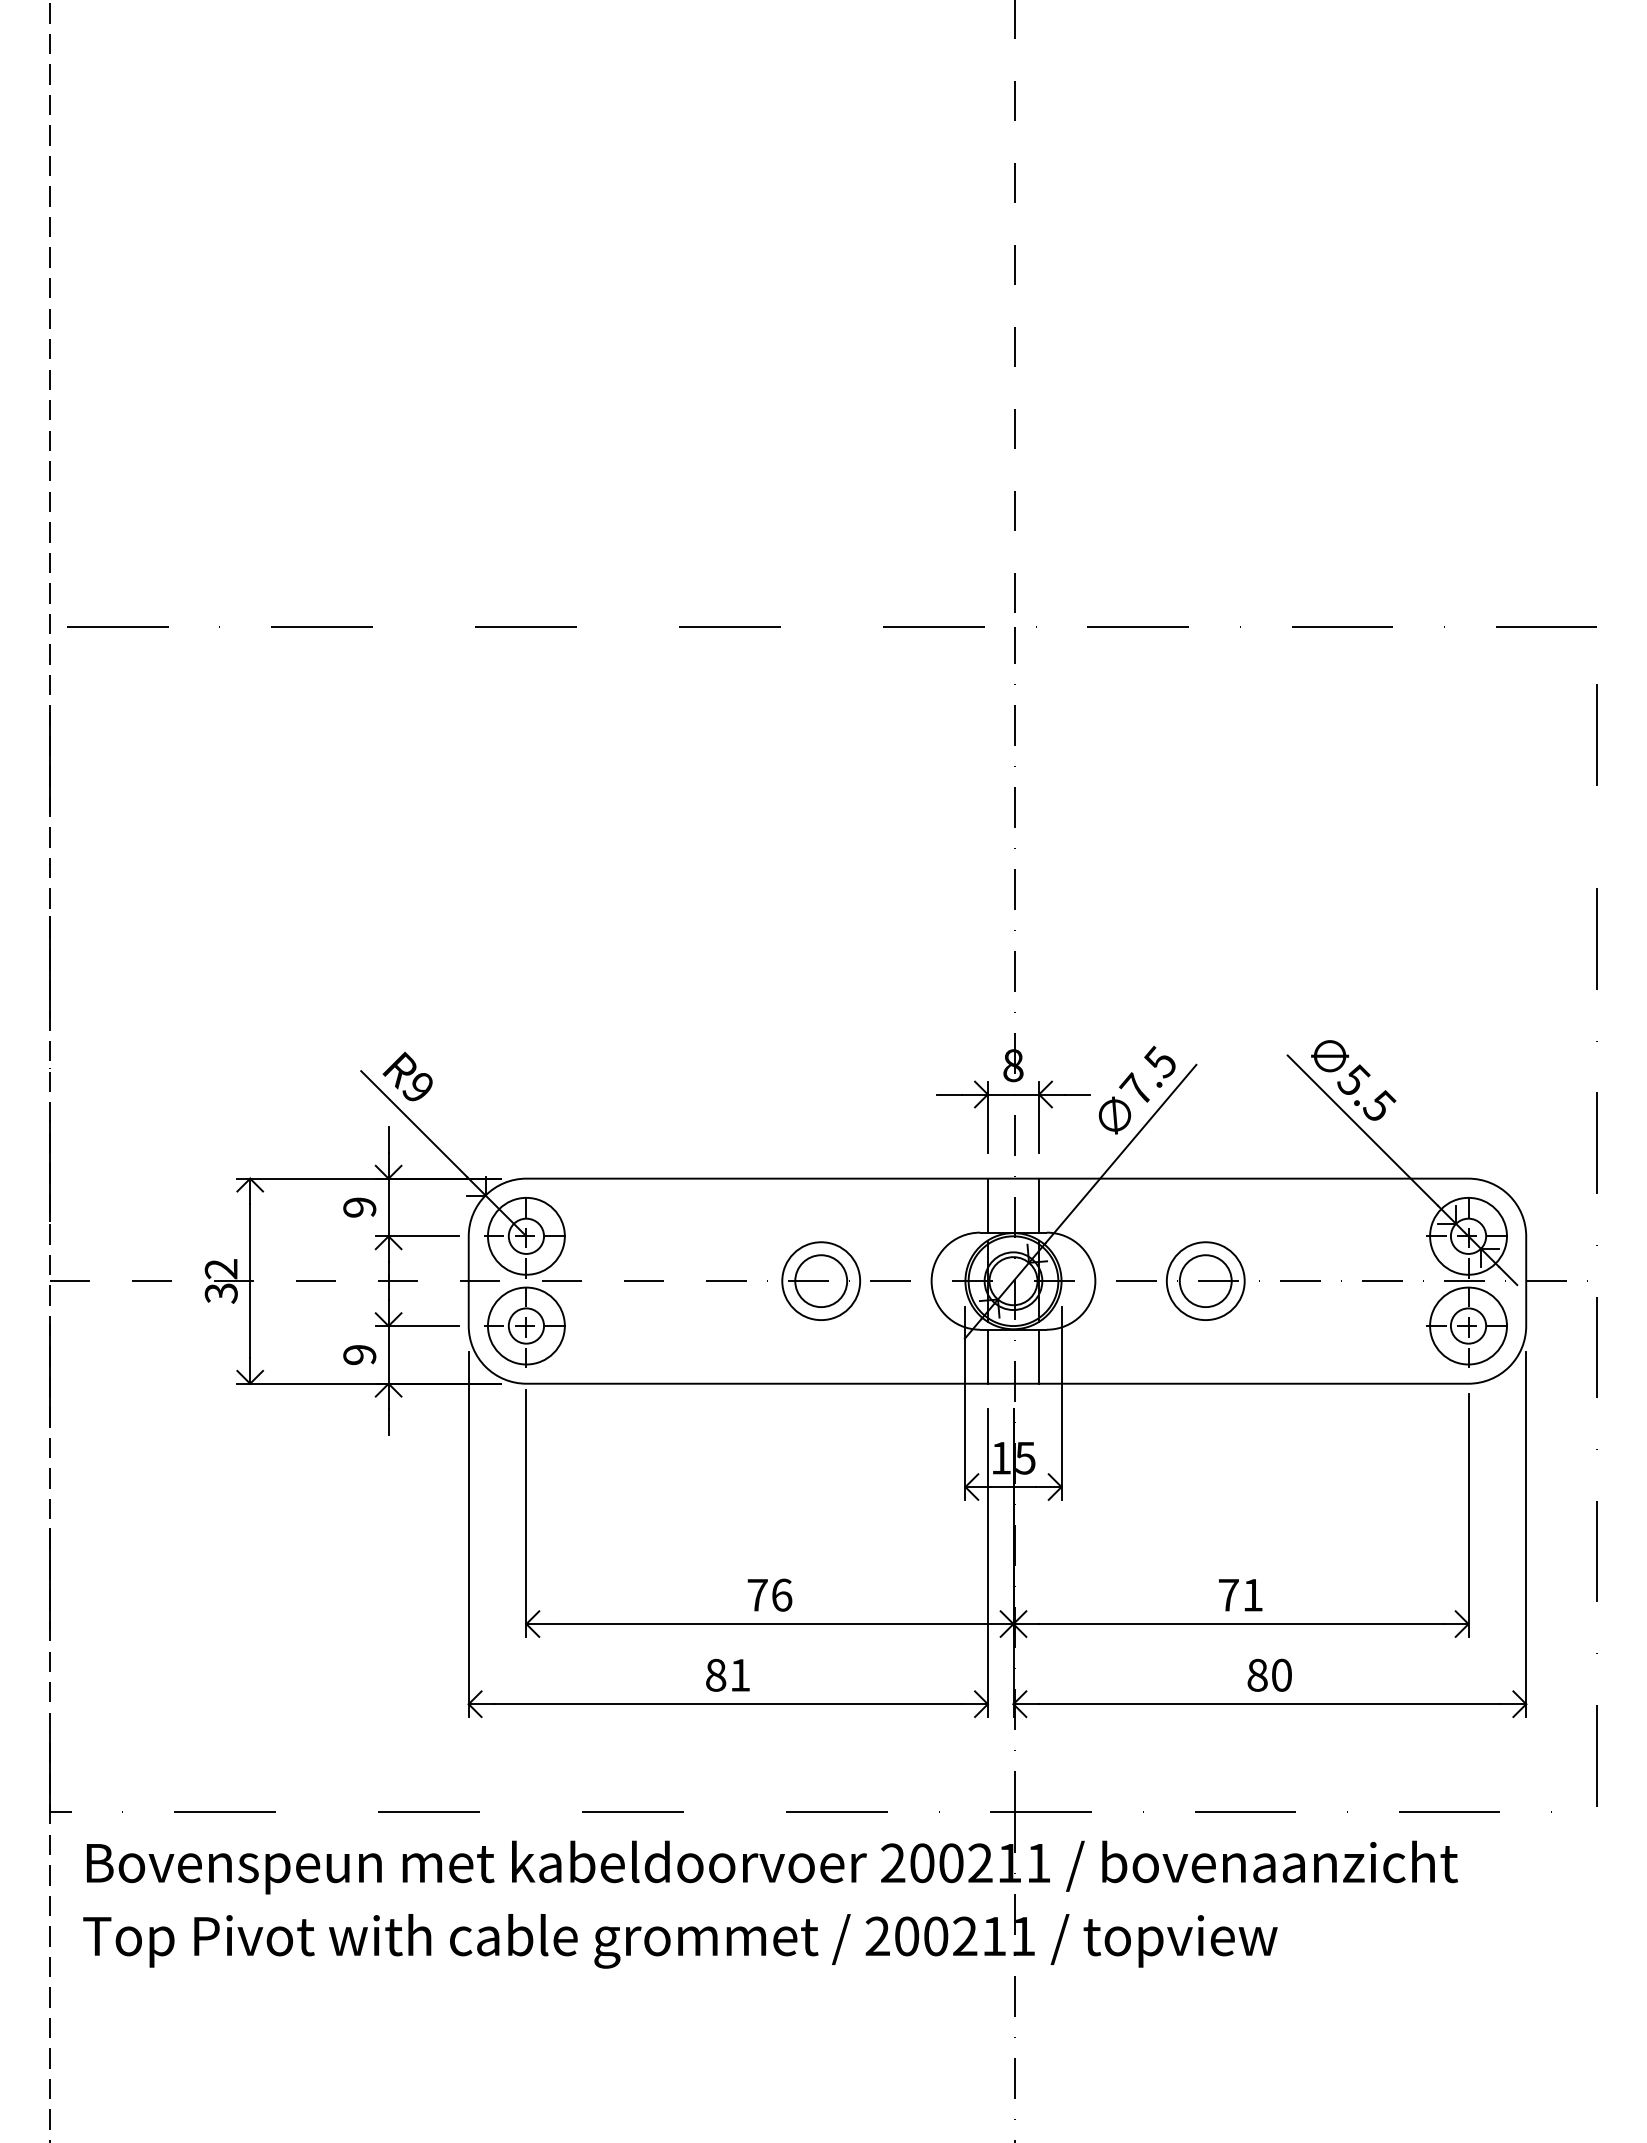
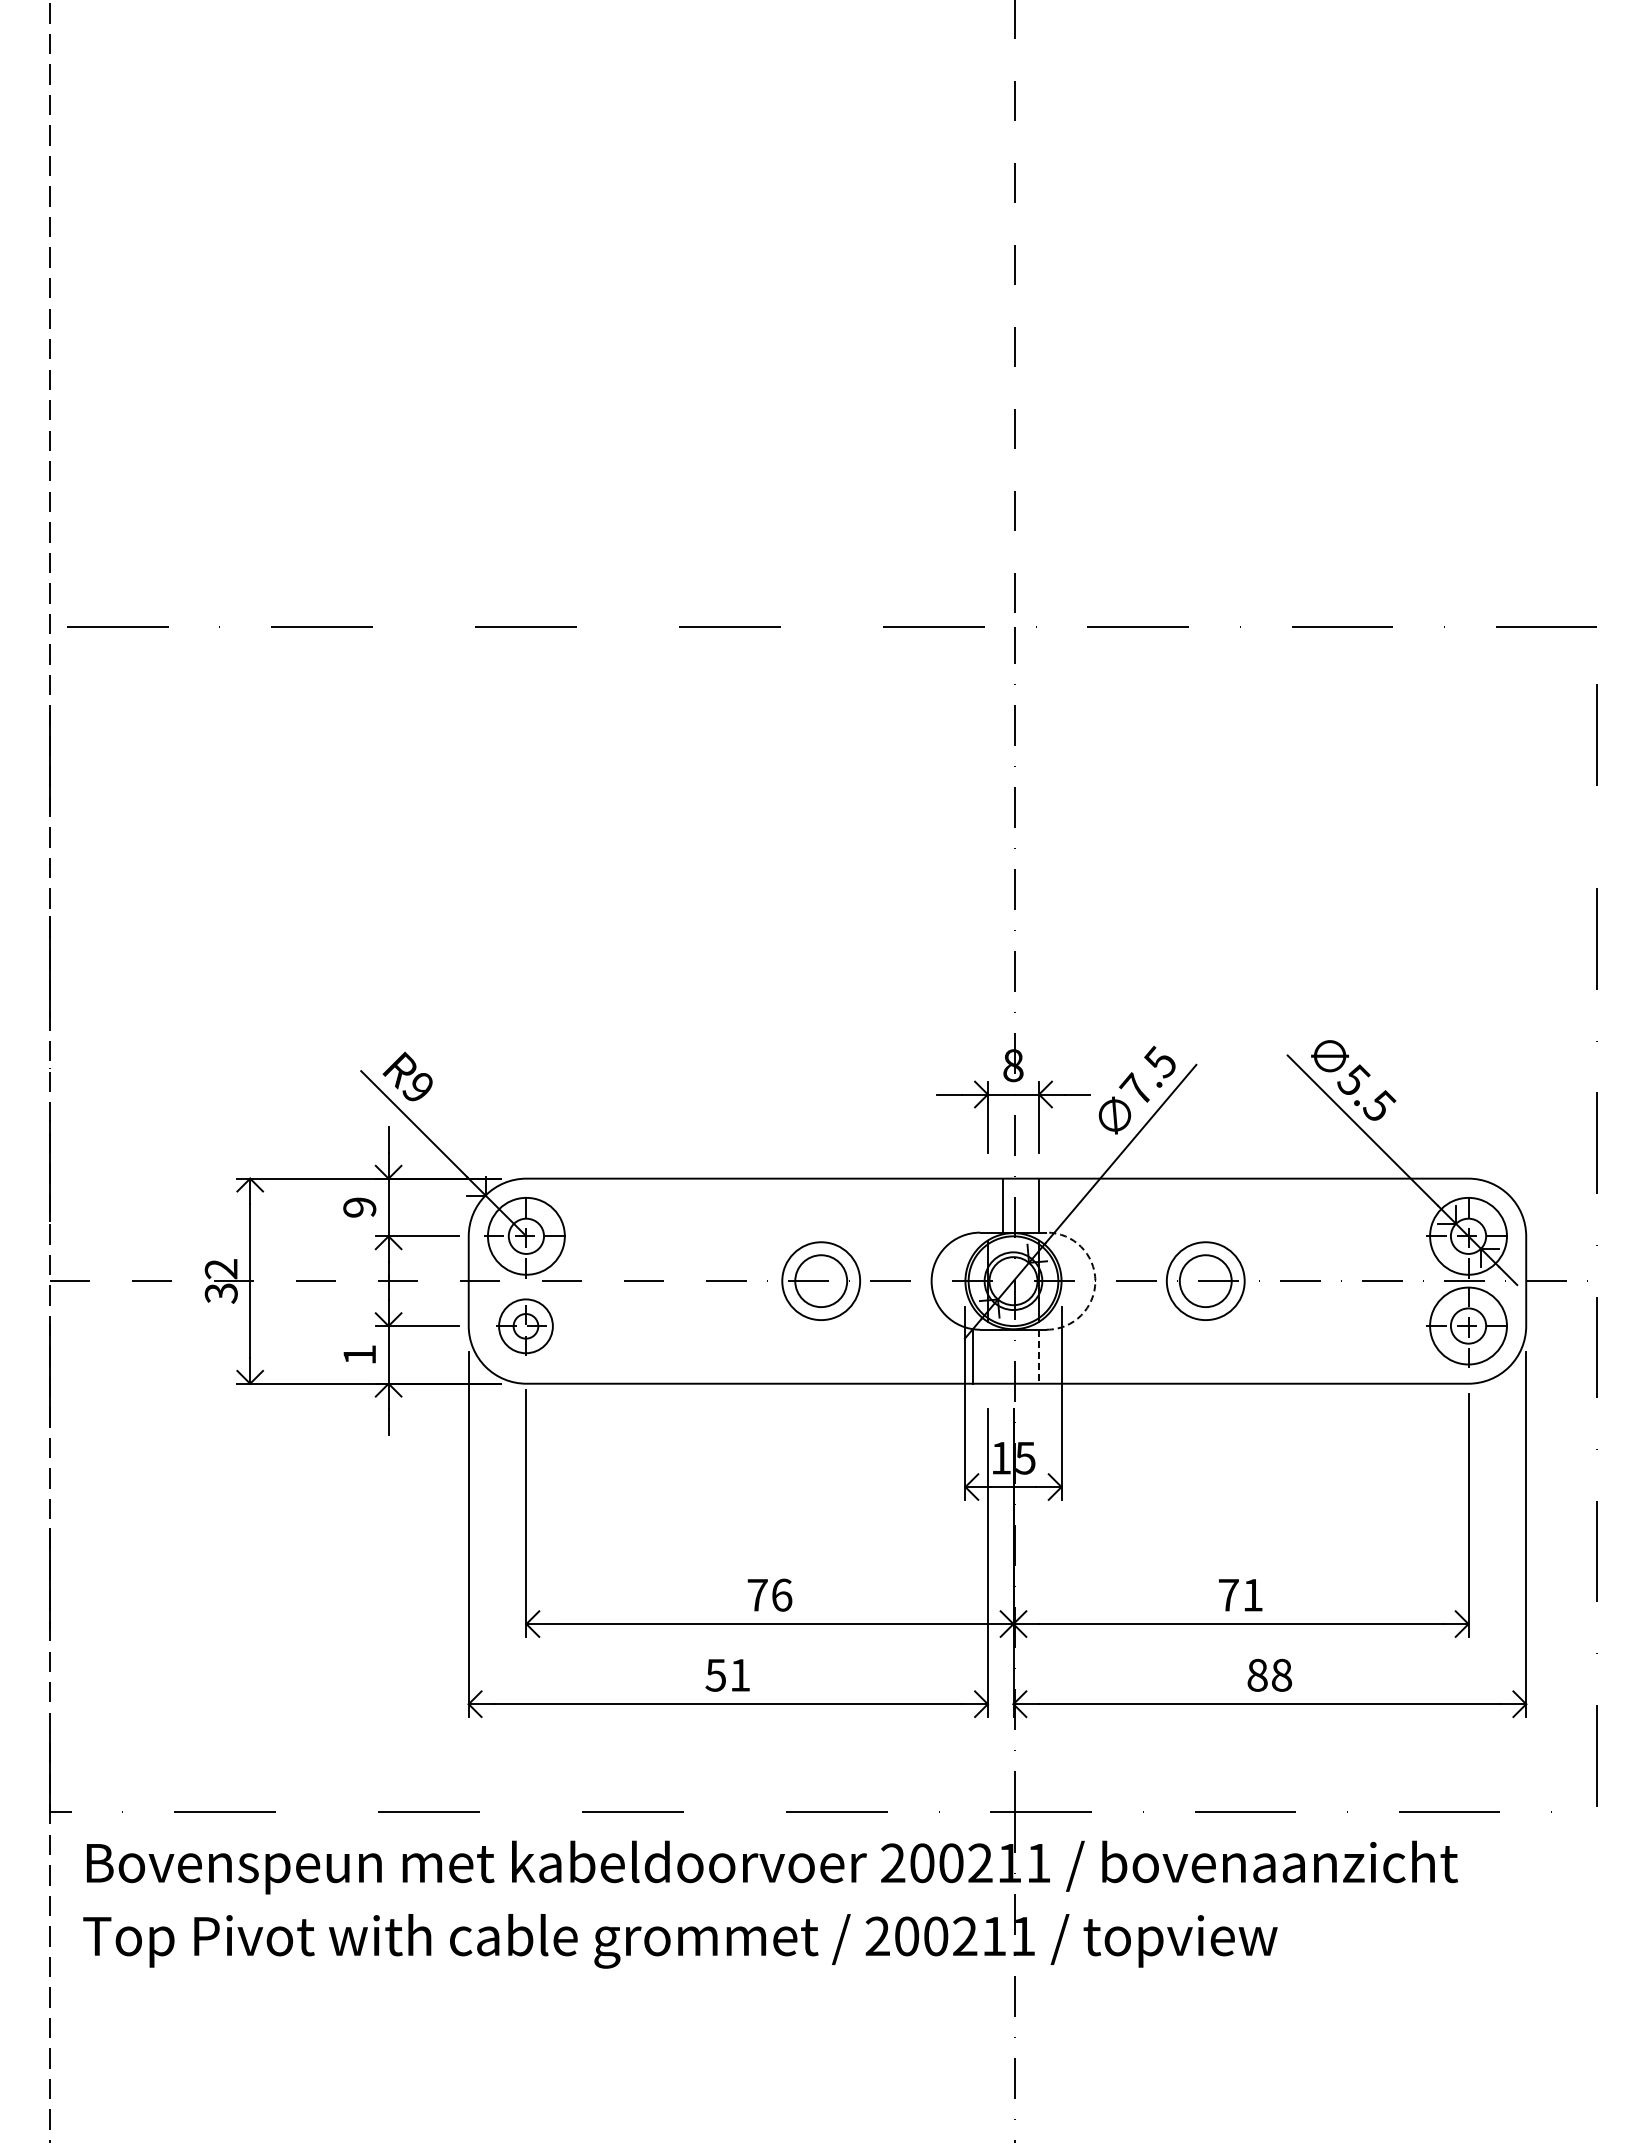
line at (987, 1205) position: (987, 1205) -> (1002, 1205)
line at (1095, 1281): solid -> dashed
part at (524, 1326) size: 82x82 px -> 58x58 px
text at (359, 1355): 9 -> 1
line at (987, 1356) position: (987, 1356) -> (972, 1356)
line at (1039, 1356): solid -> dashed
text at (715, 1674): 81 -> 51
text at (1281, 1674): 80 -> 88
